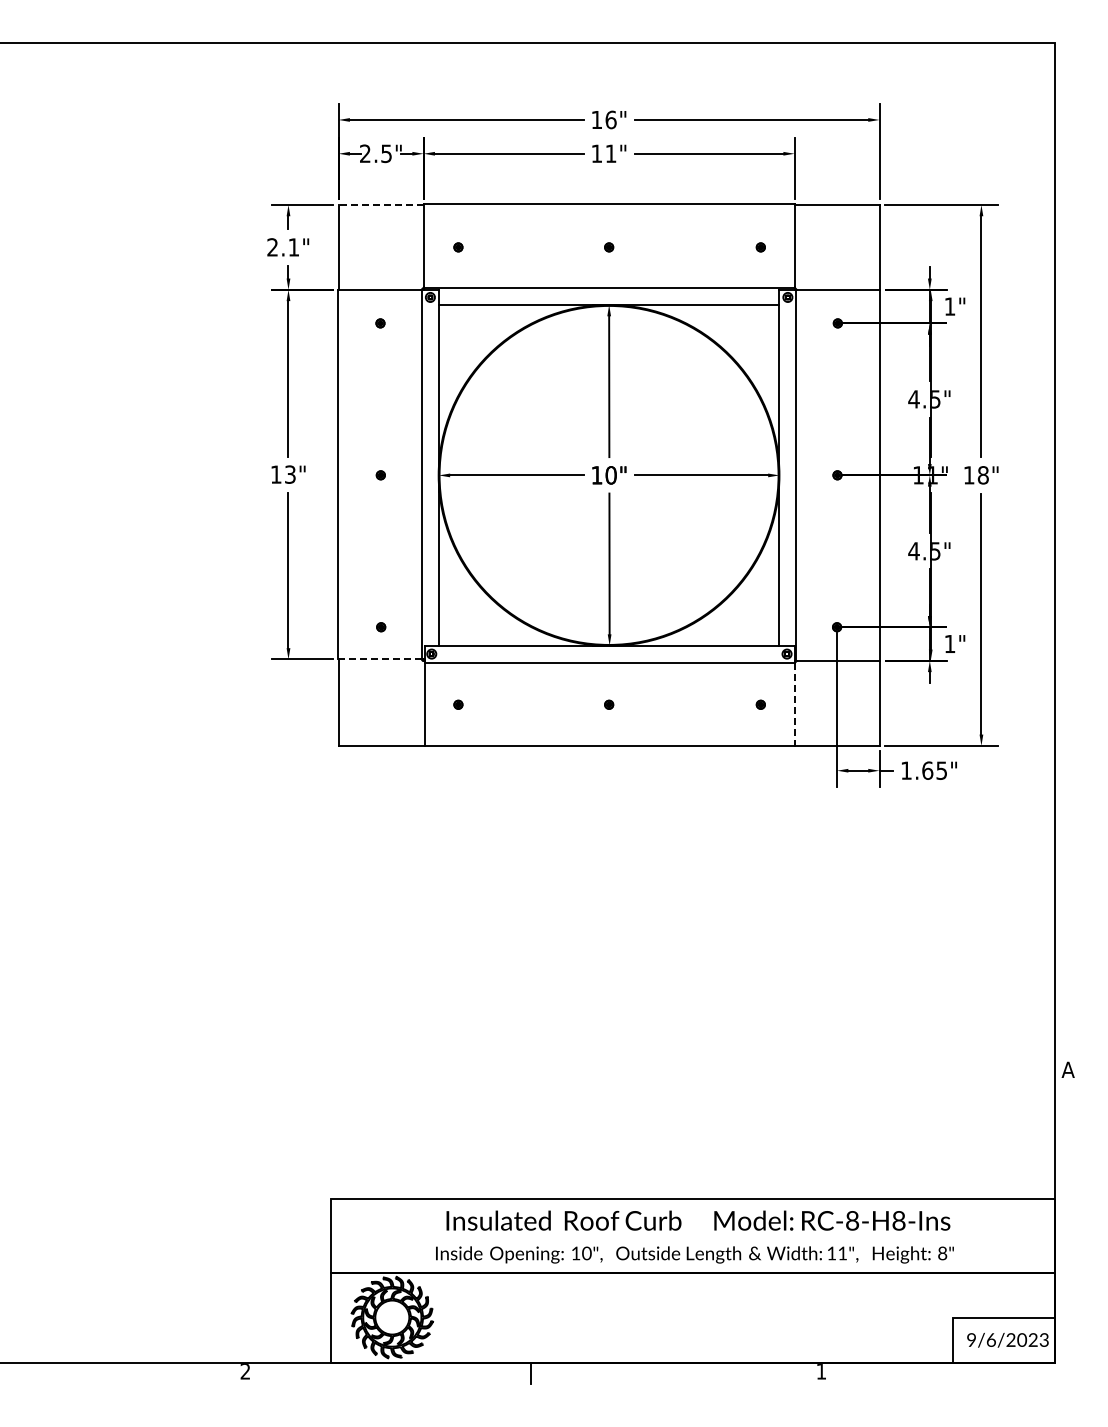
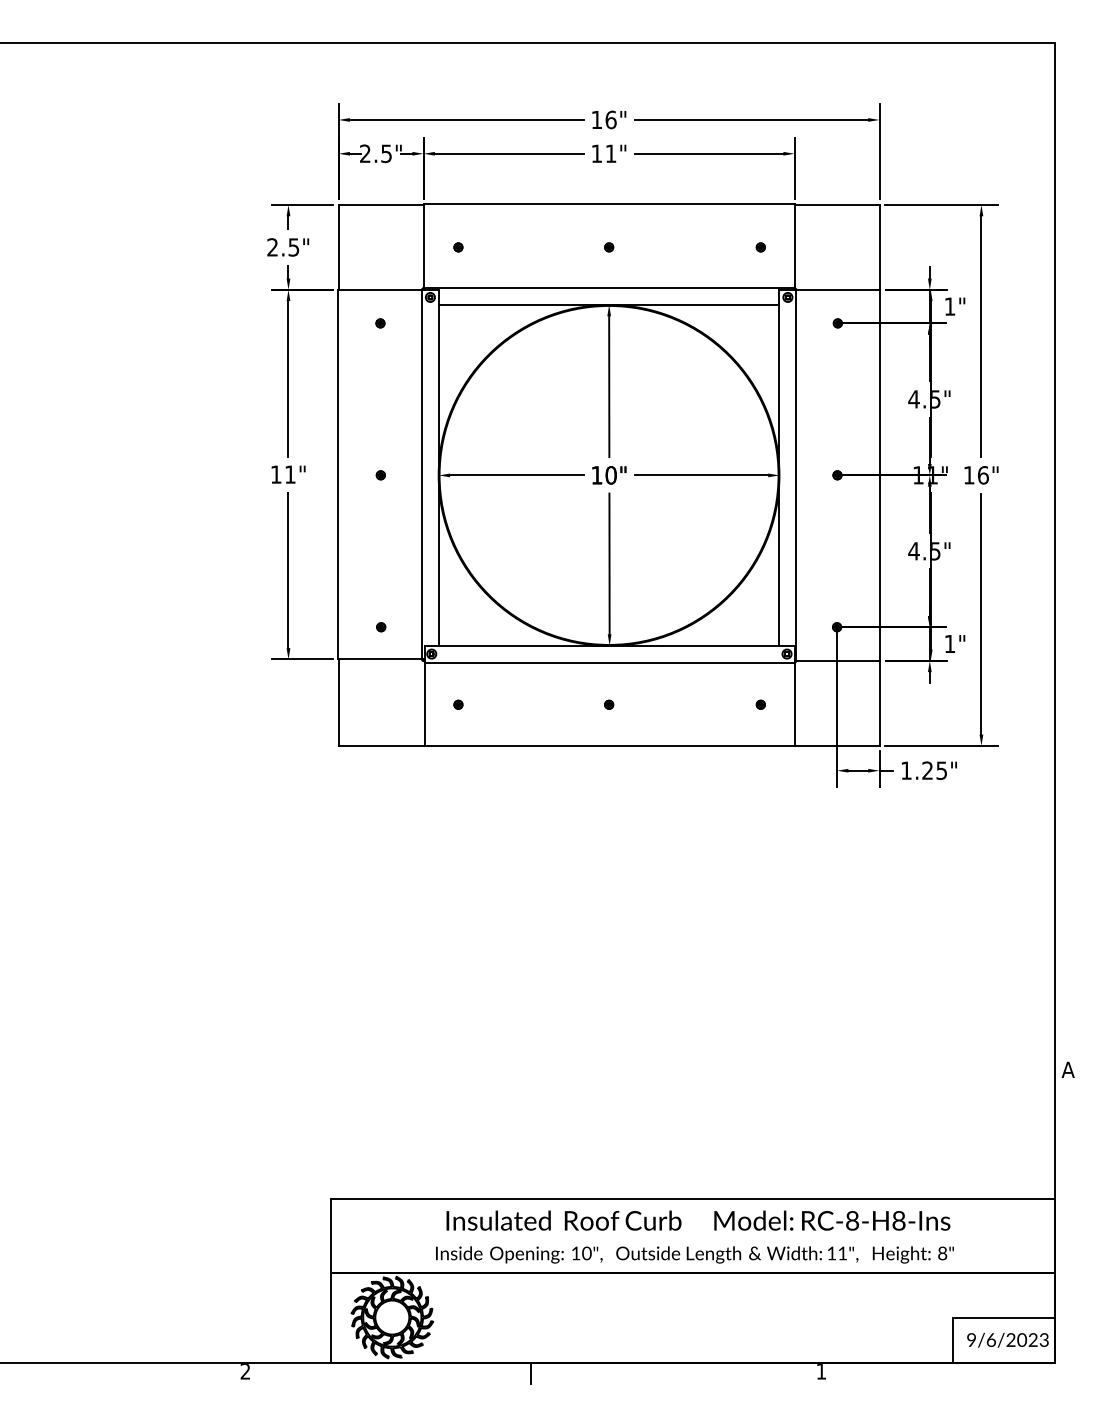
line at (381, 205): dashed -> solid
text at (293, 247): 2.1" -> 2.5"
text at (290, 474): 13" -> 11"
text at (982, 475): 18" -> 16"
line at (380, 659): dashed -> solid
line at (794, 705): dashed -> solid
text at (927, 770): 1.65" -> 1.25"
